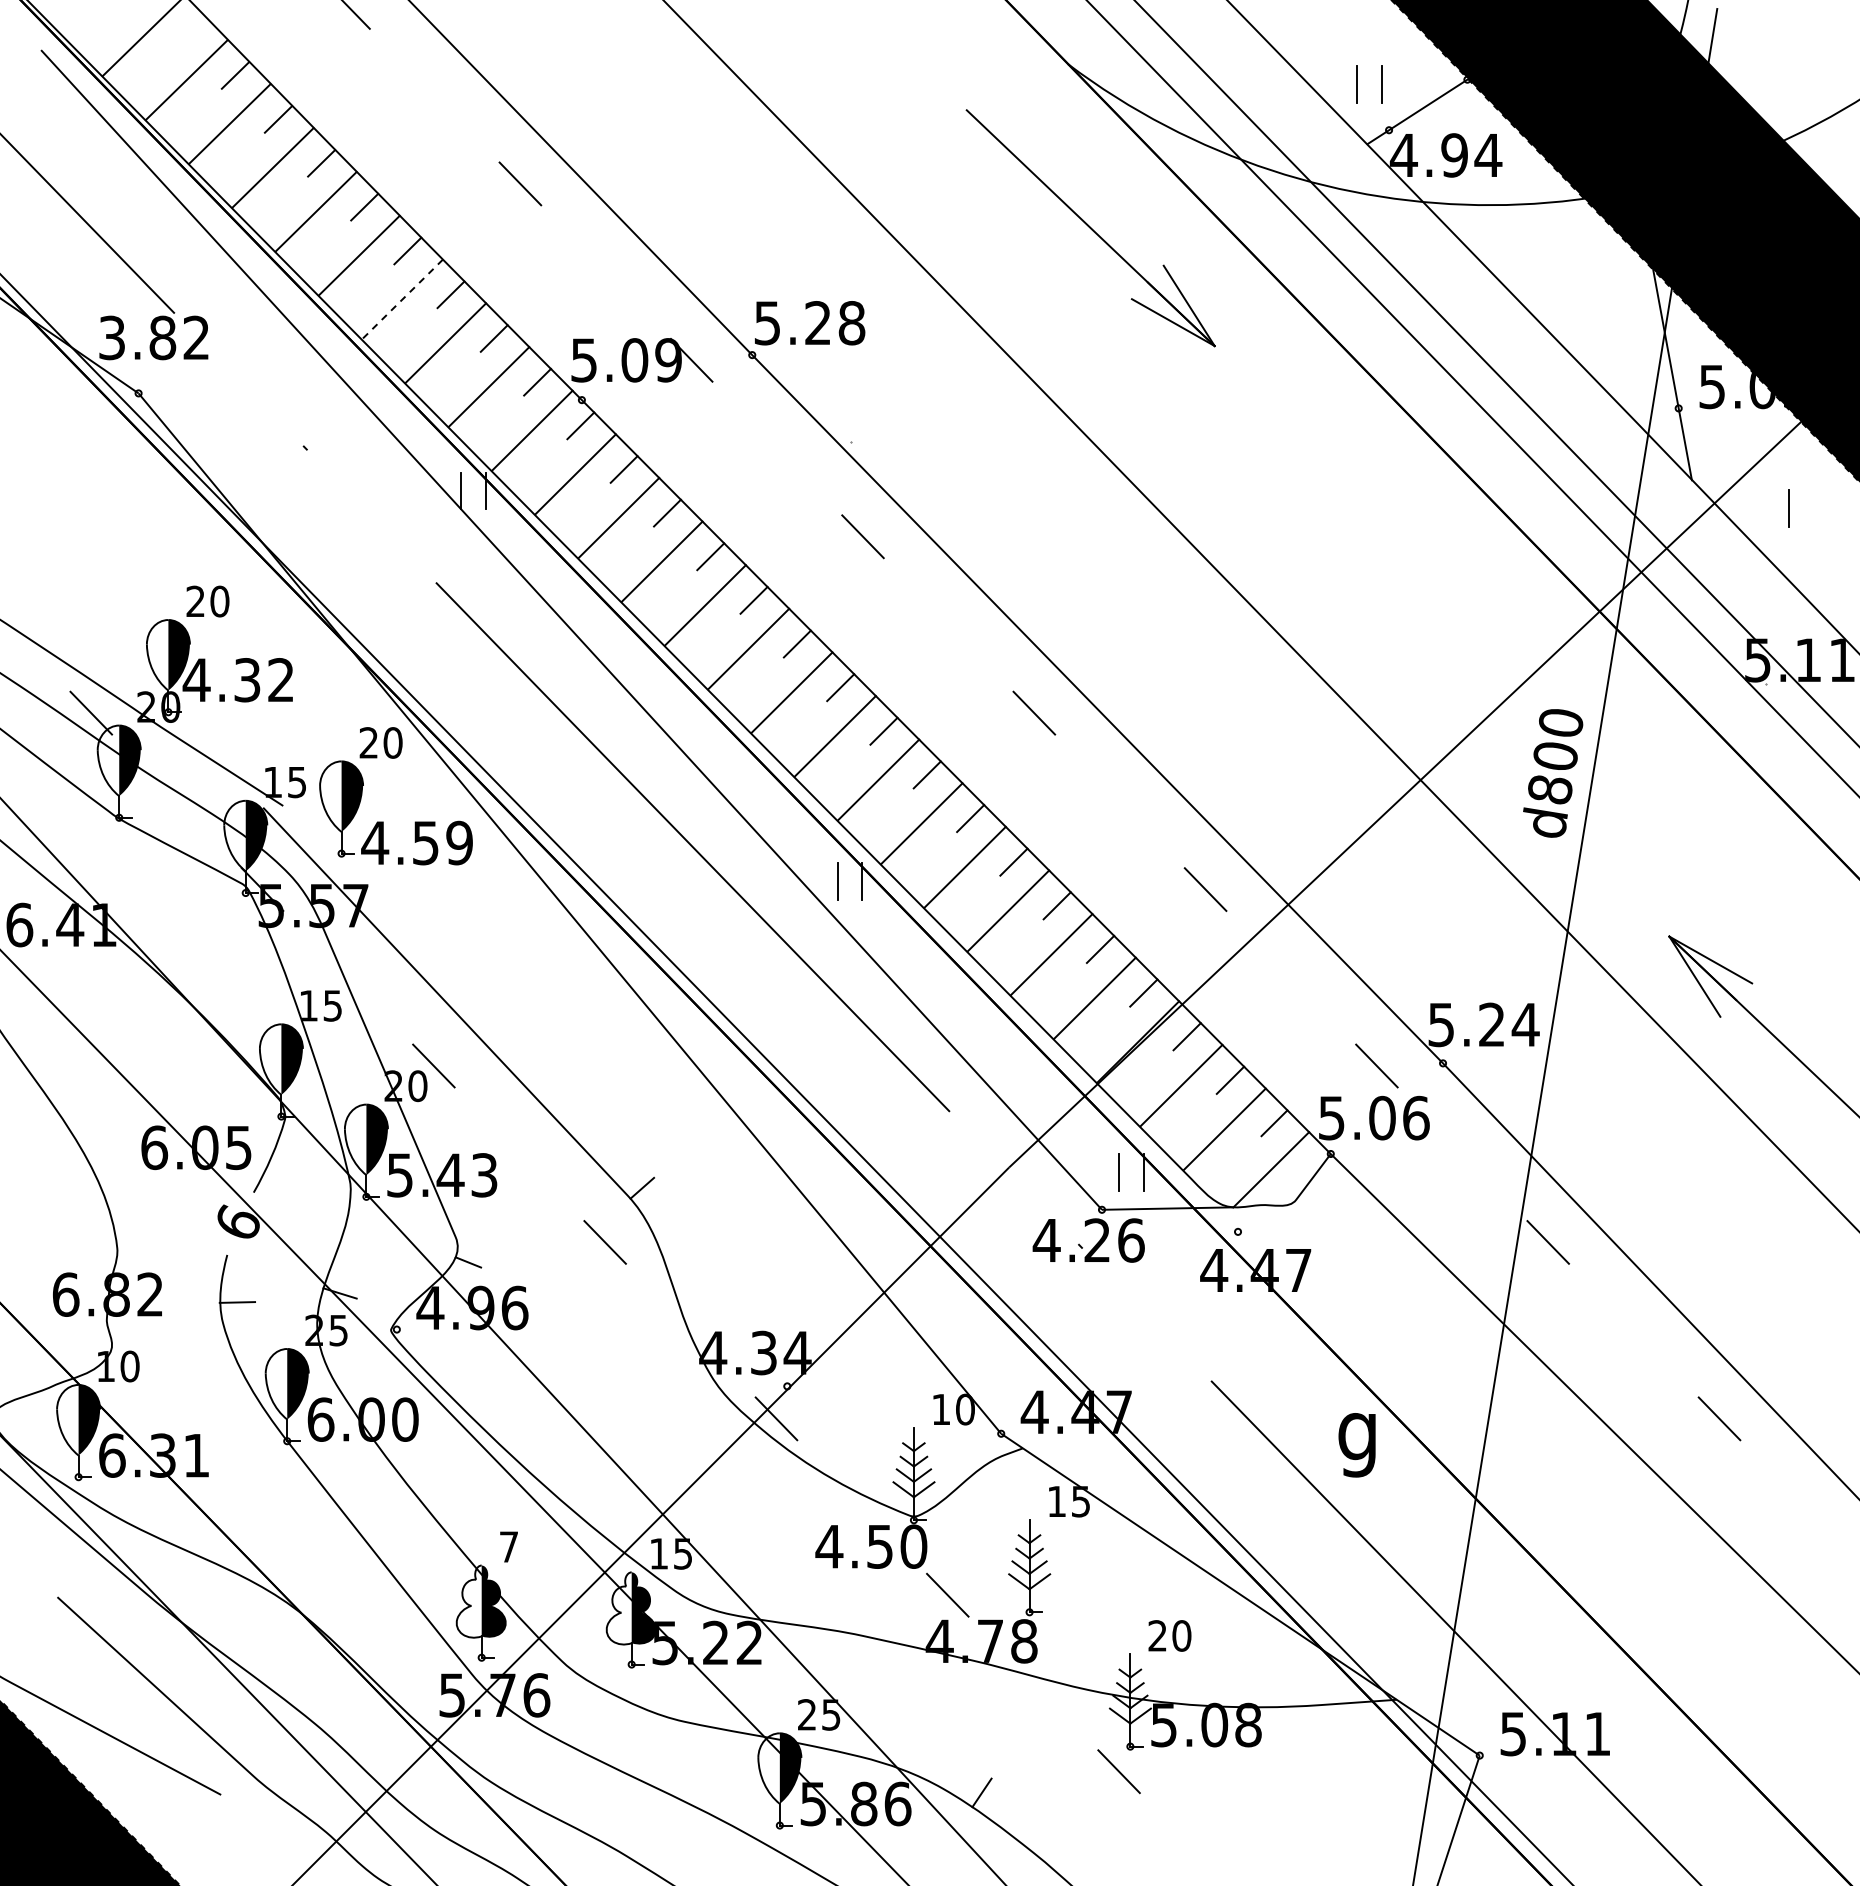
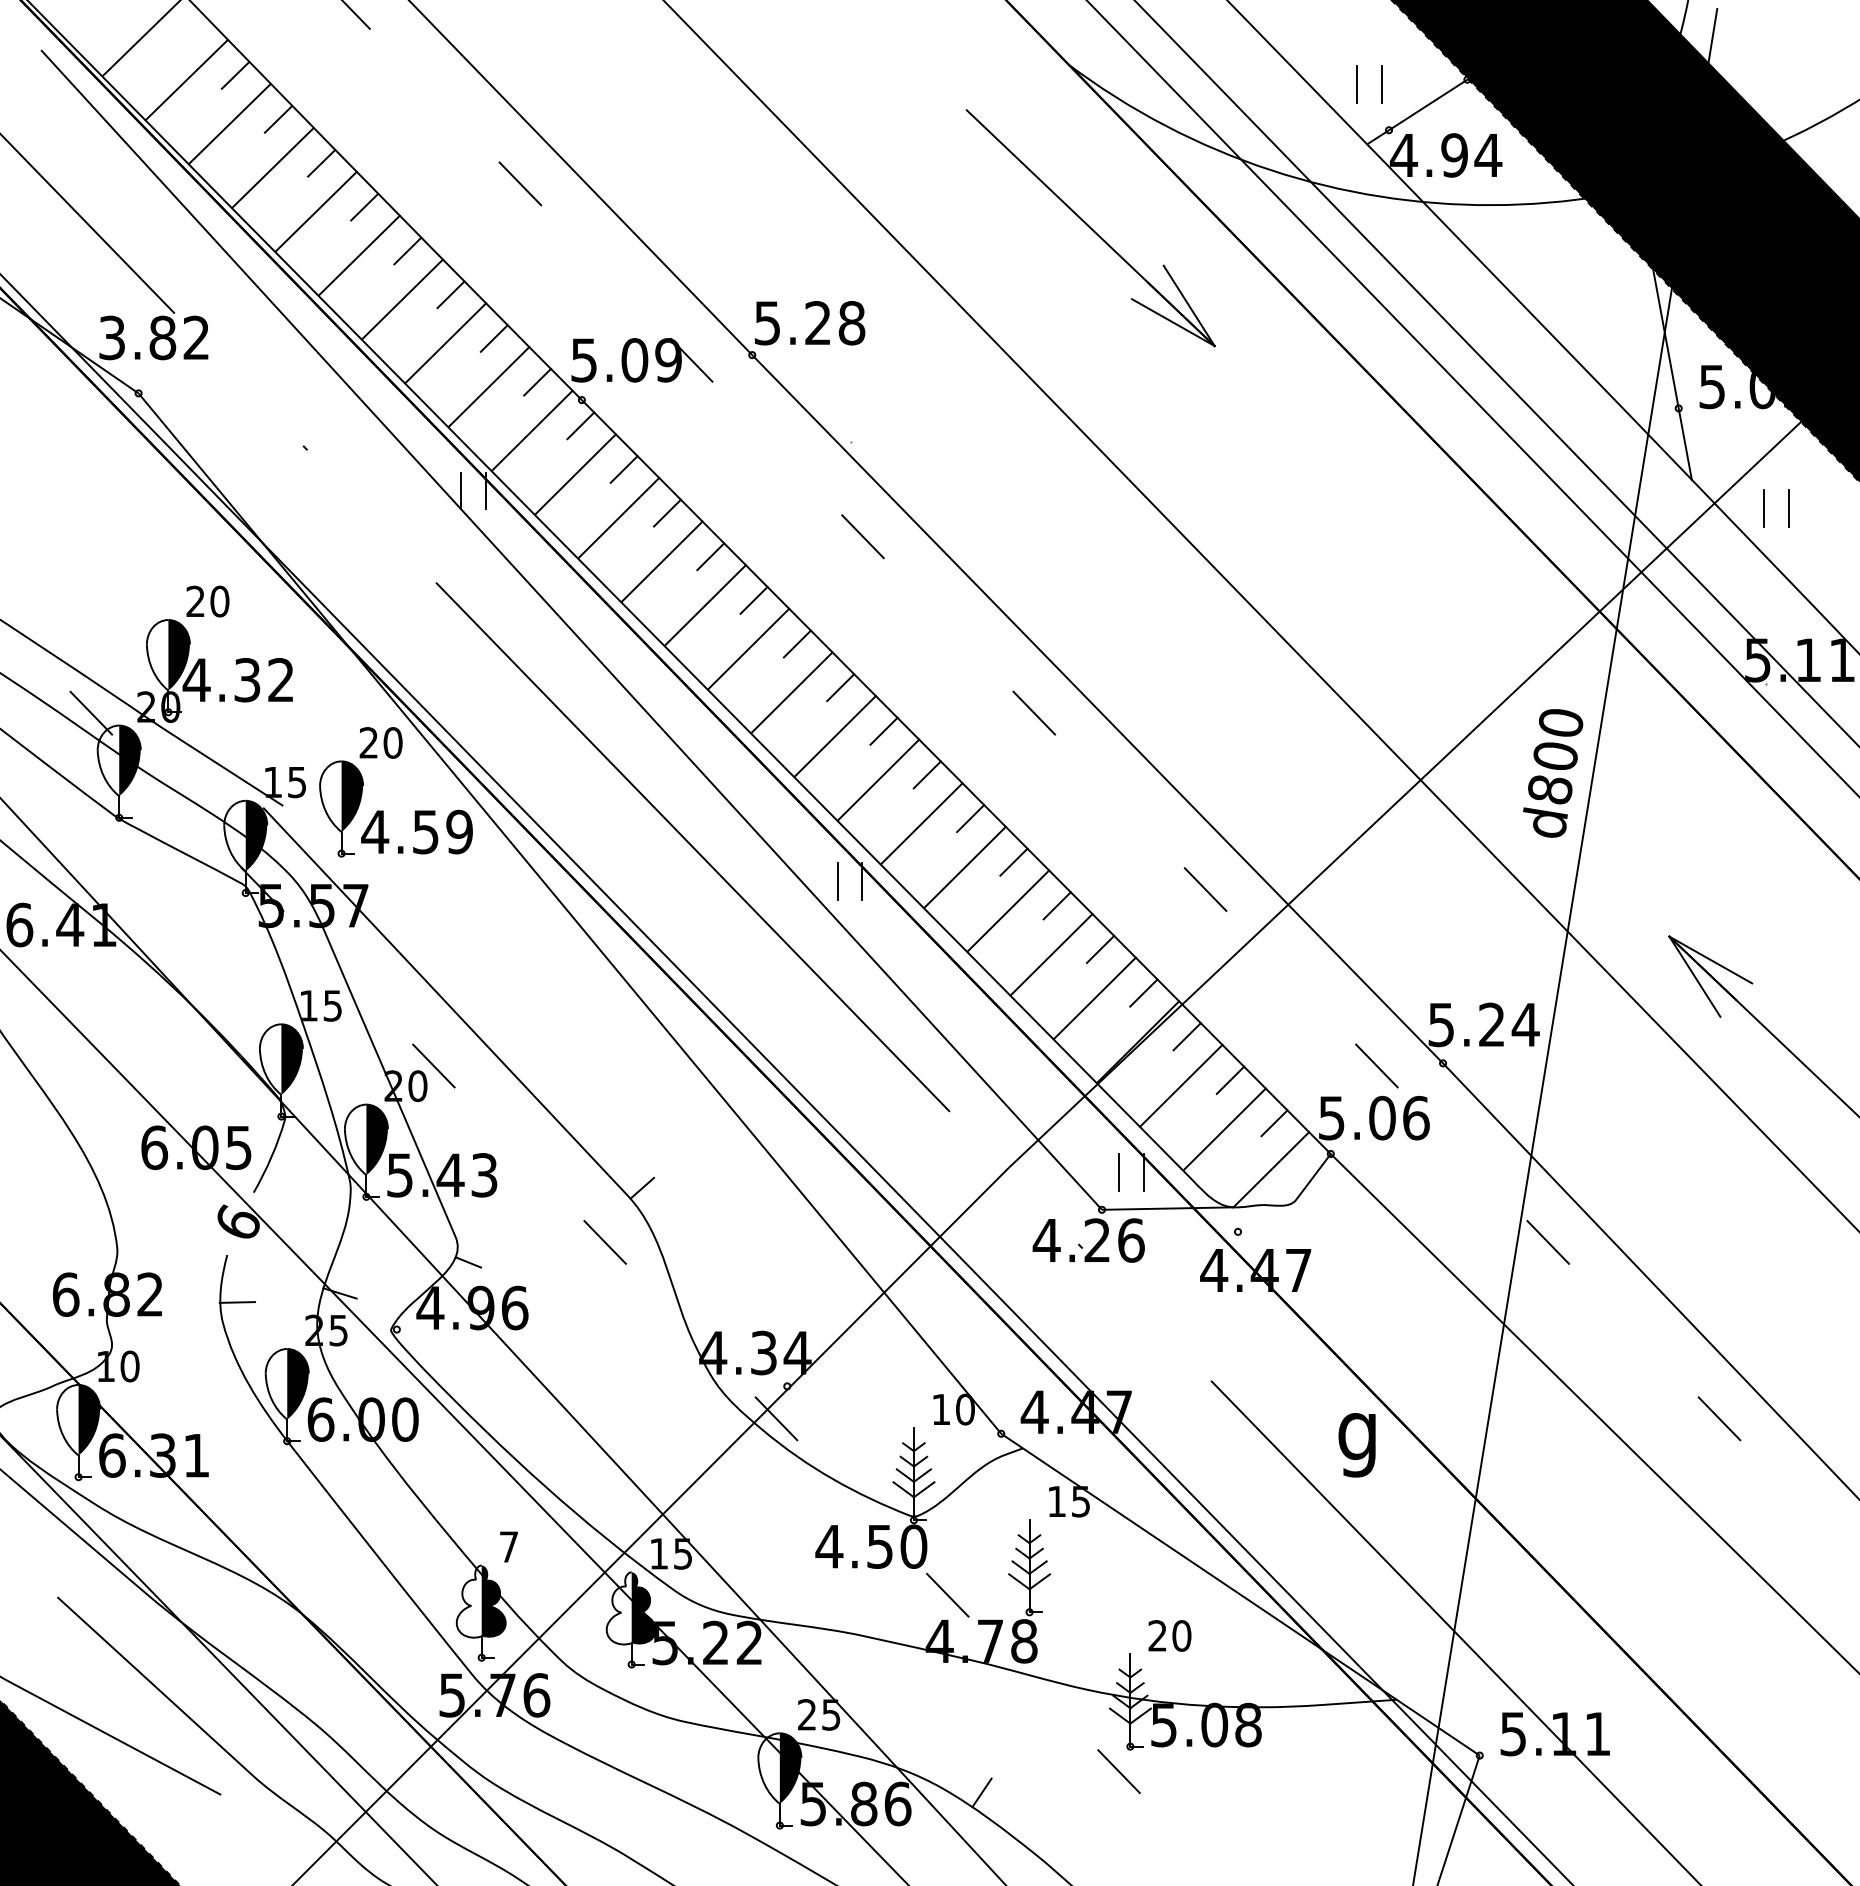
line at (402, 299): dashed -> solid
line at (1764, 508): none -> present
text at (416, 842) position: (416, 842) -> (416, 831)
